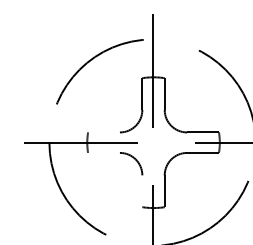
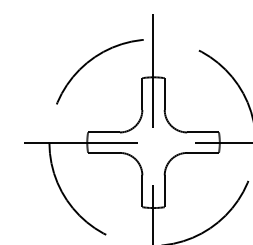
line at (103, 132): none -> present
line at (103, 152): none -> present
line at (142, 191): none -> present
